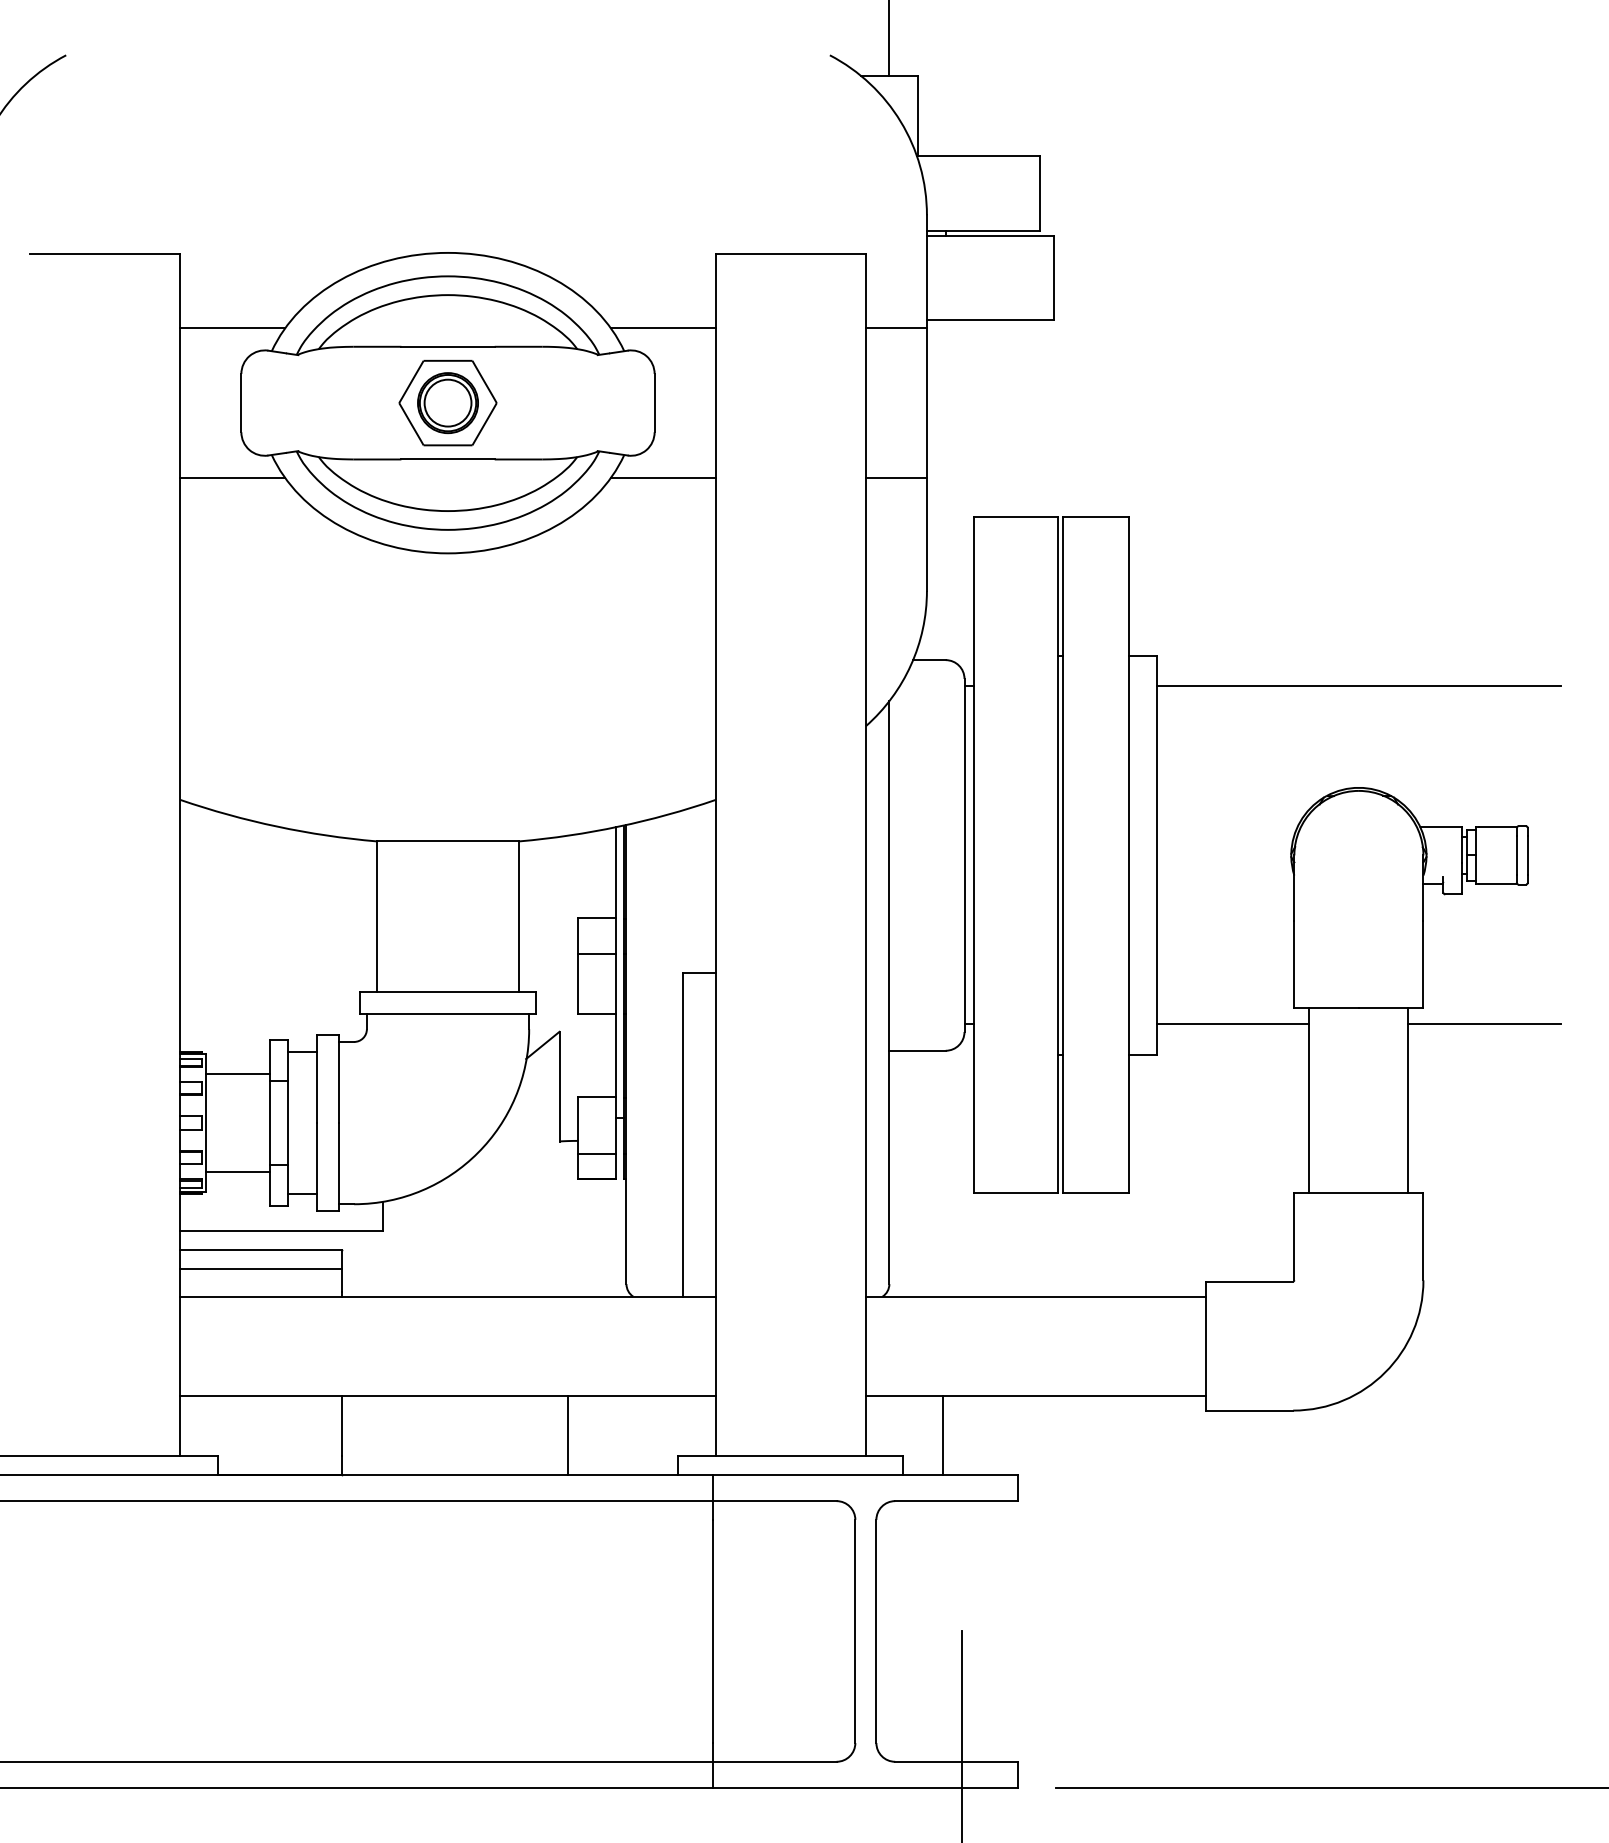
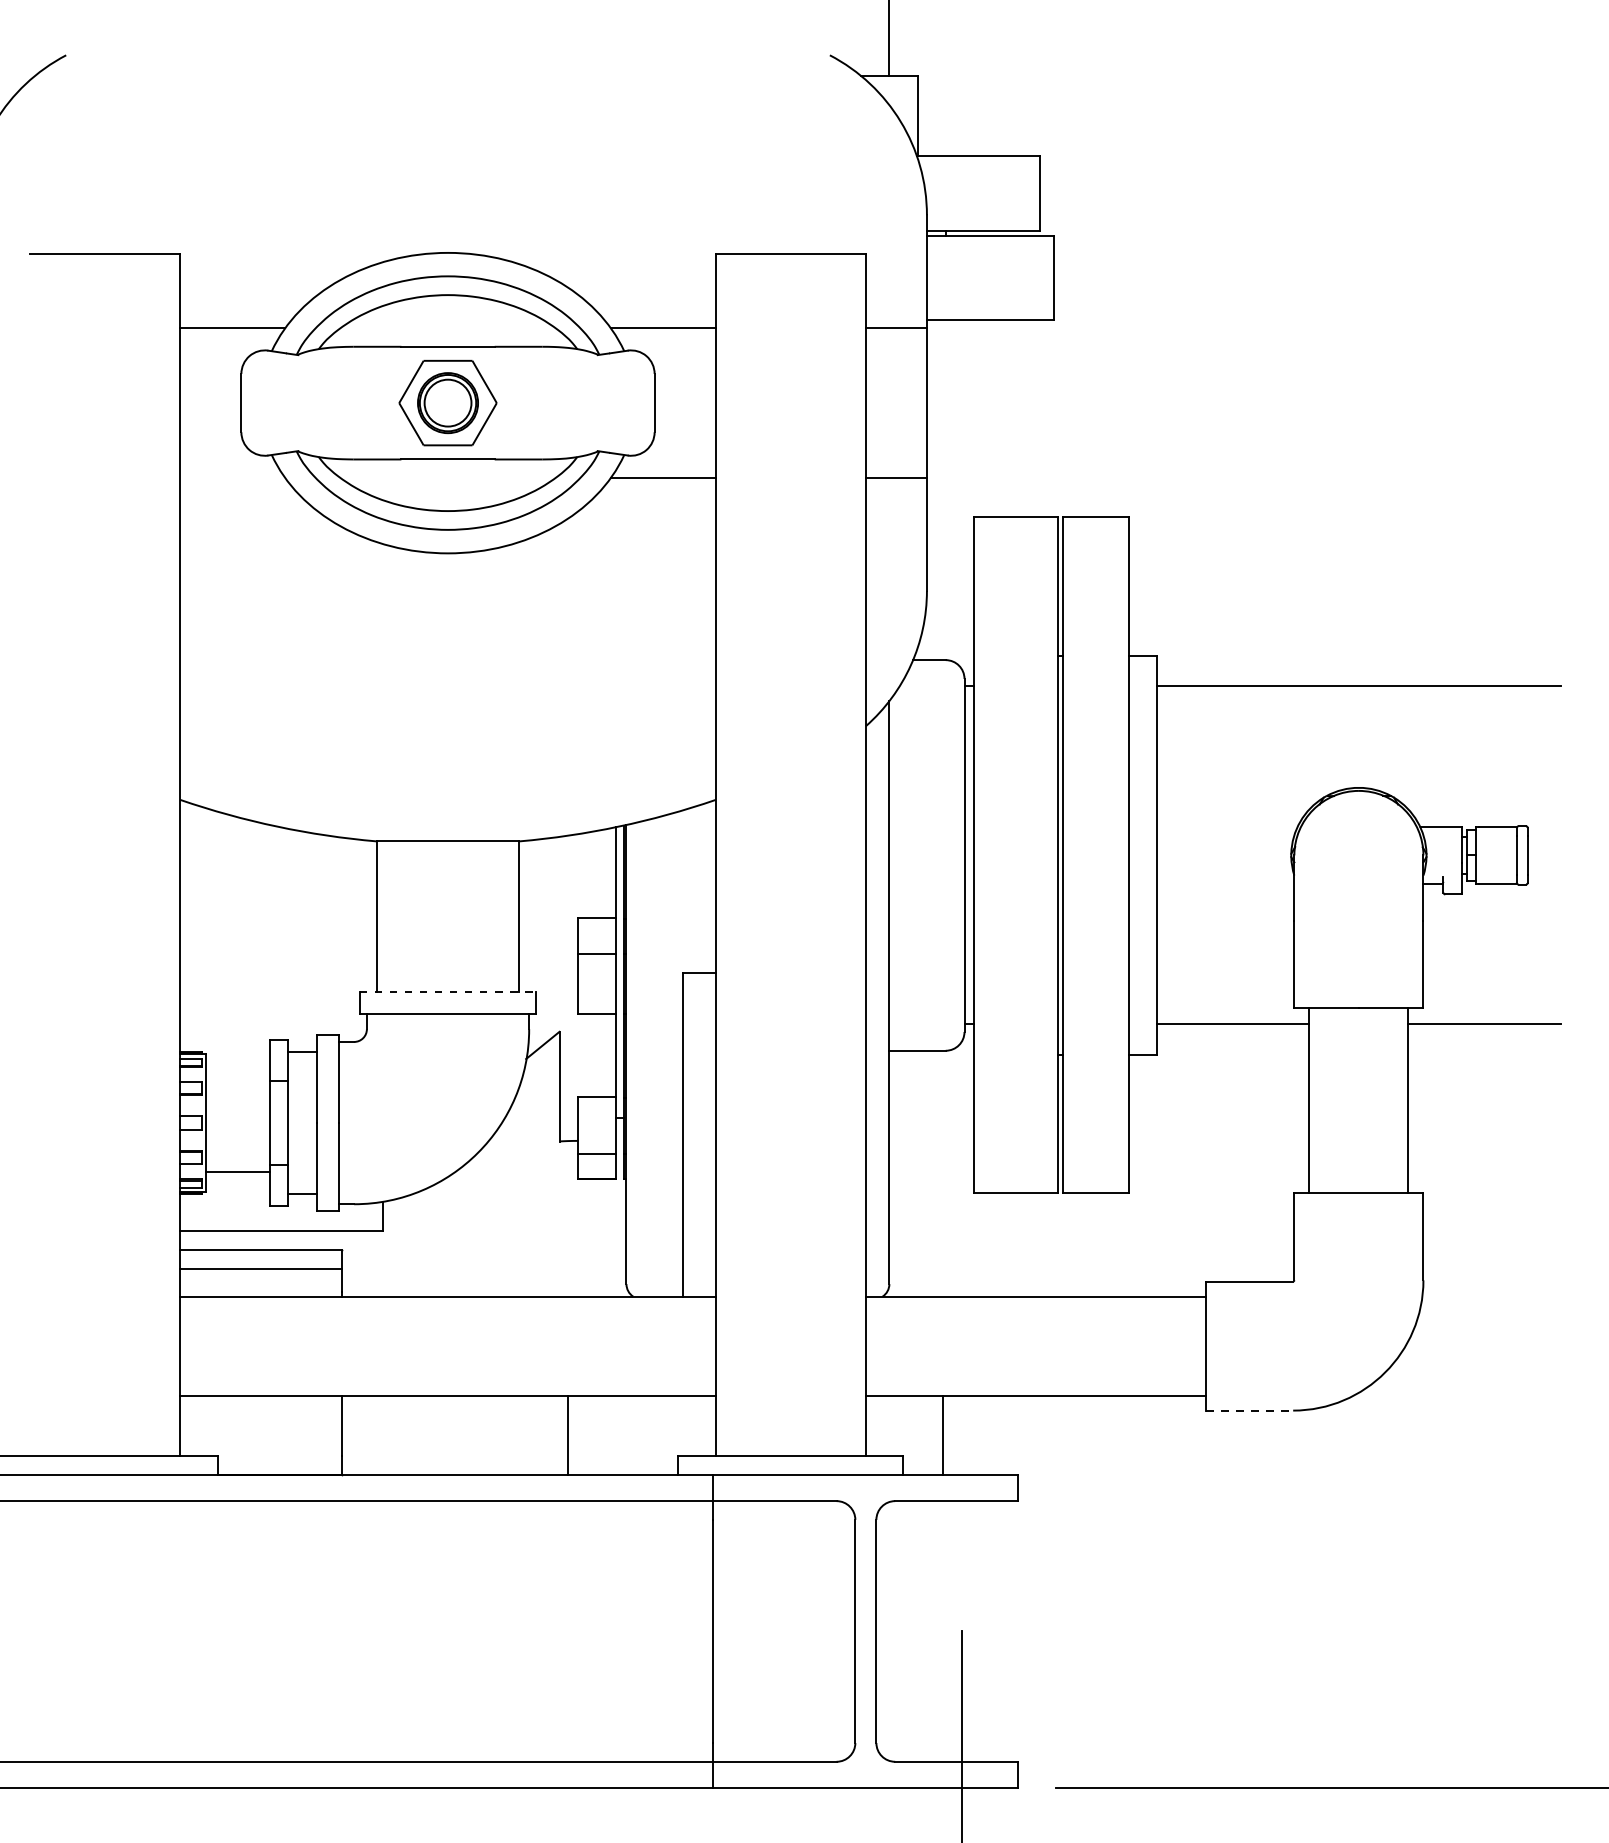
line at (232, 478): present -> none
line at (448, 991): solid -> dashed
line at (237, 1073): present -> none
line at (1250, 1410): solid -> dashed
